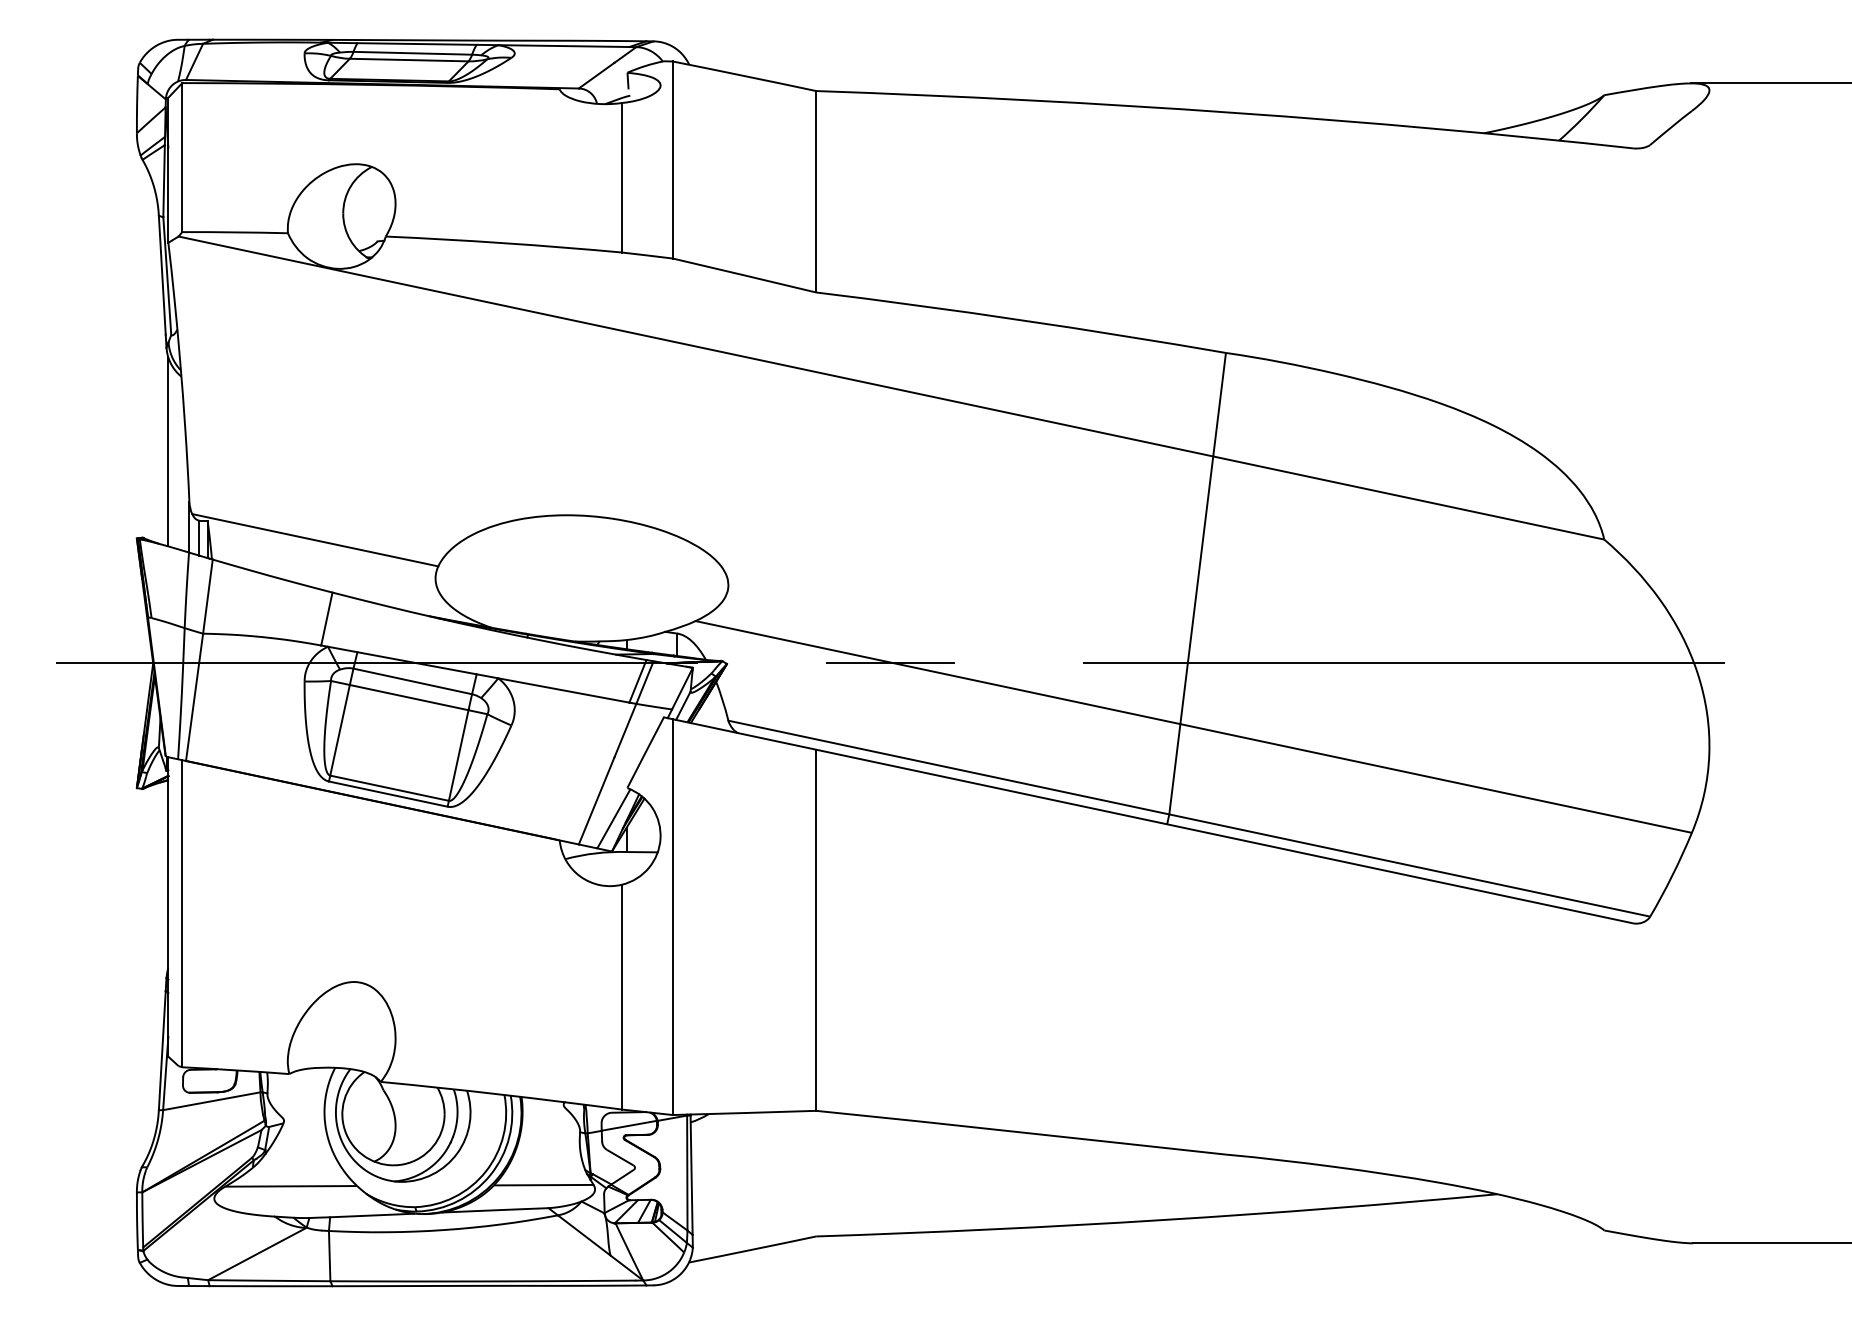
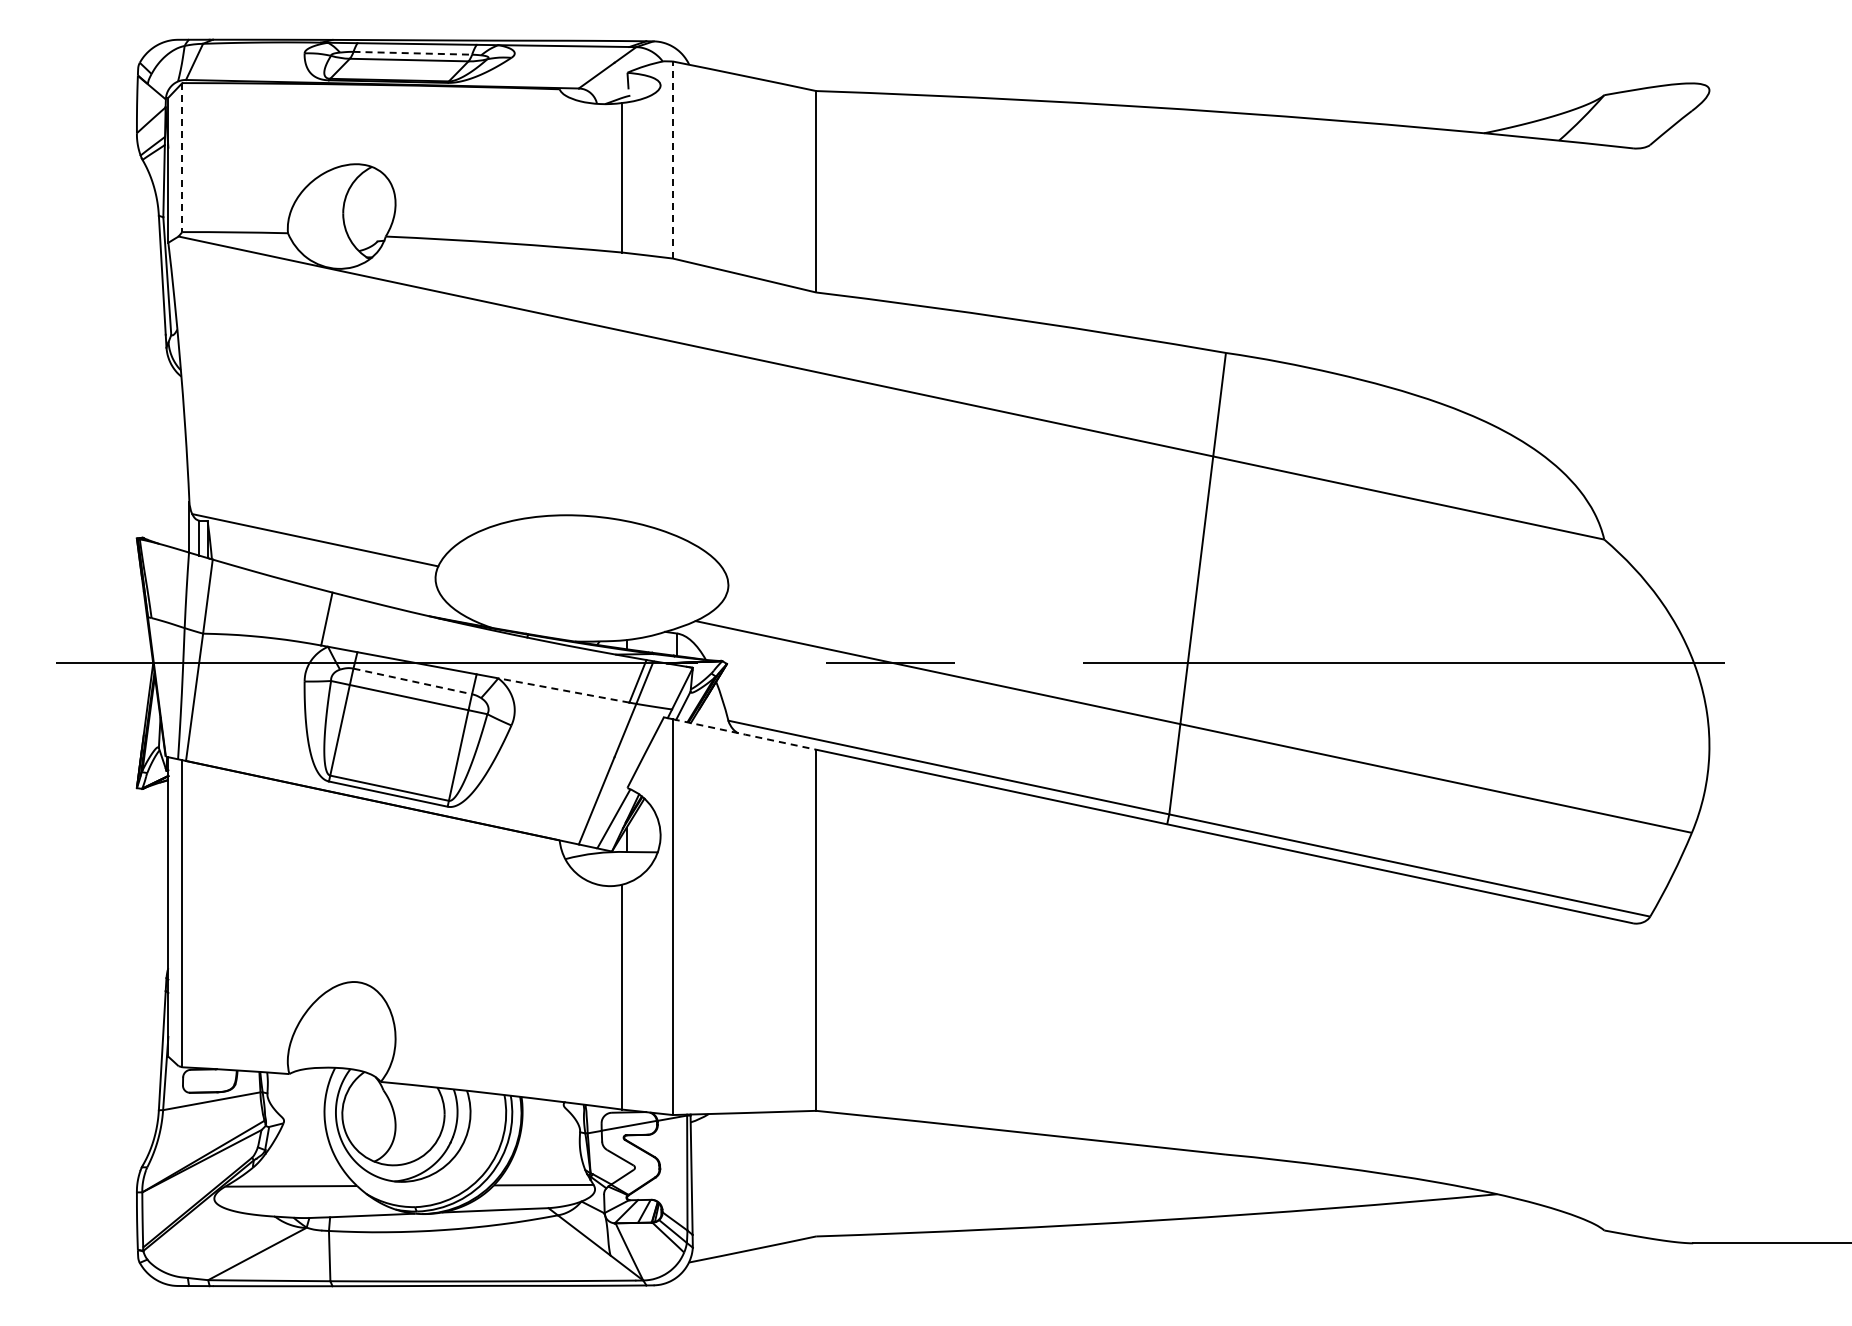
line at (413, 53): solid -> dashed
line at (1769, 83): present -> none
line at (182, 157): solid -> dashed
line at (672, 160): solid -> dashed
line at (168, 451): present -> none
line at (412, 681): solid -> dashed
line at (563, 690): solid -> dashed
line at (745, 734): solid -> dashed
